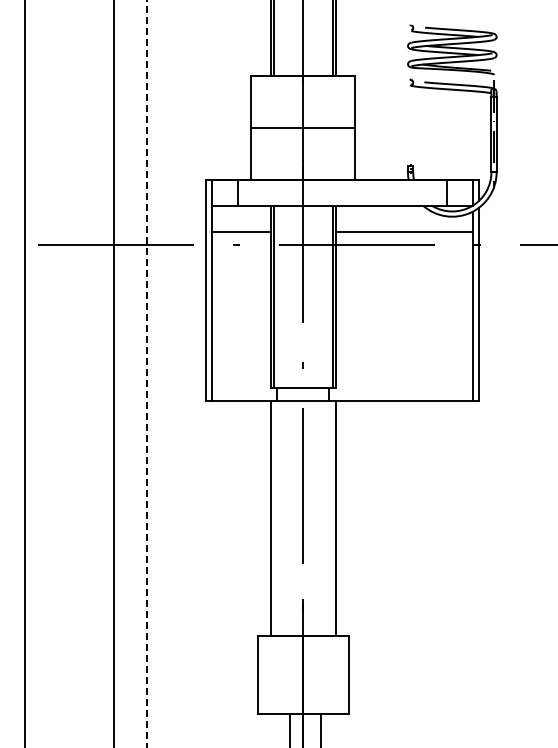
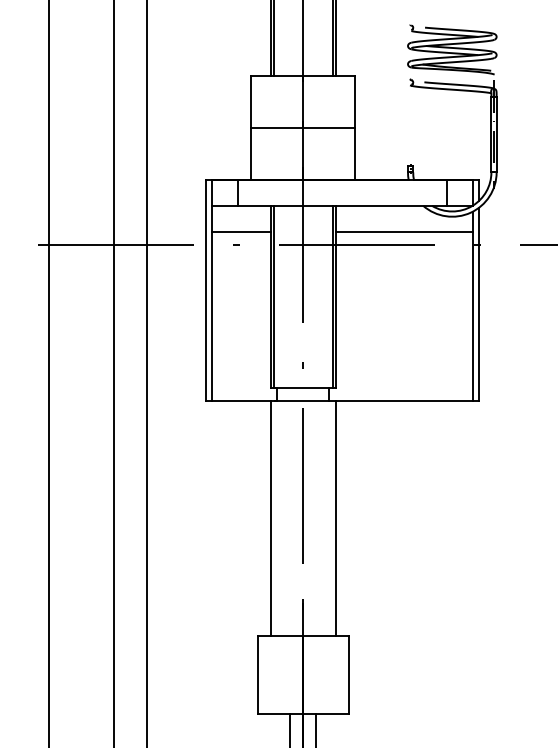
line at (25, 373) position: (25, 373) -> (49, 373)
line at (146, 373): dashed -> solid
line at (321, 729) position: (321, 729) -> (316, 729)
